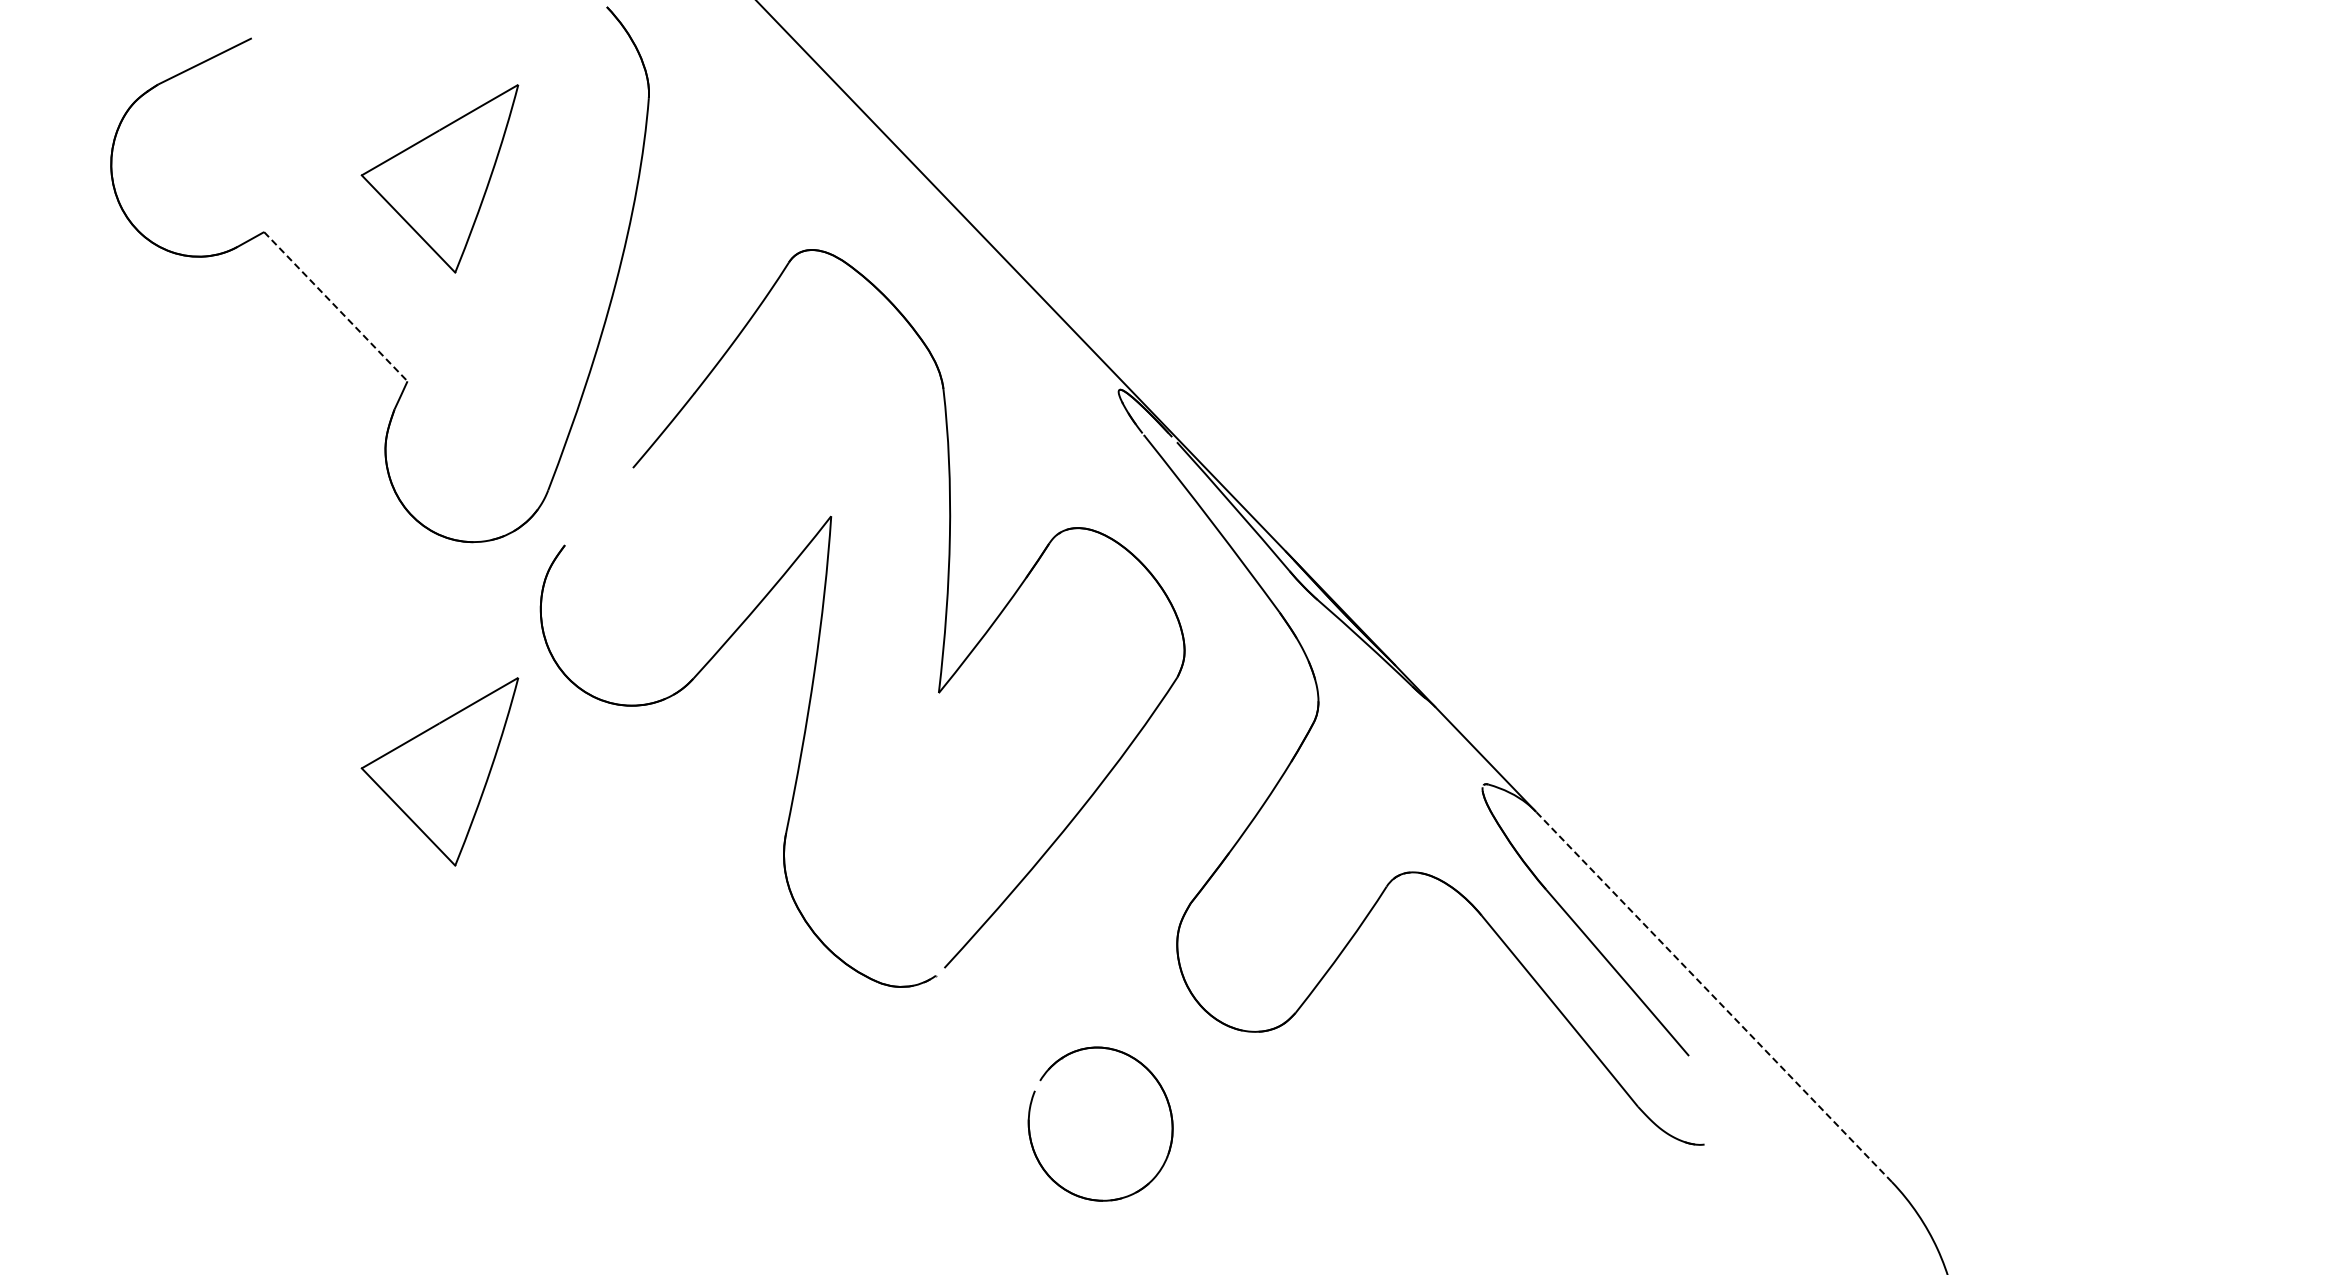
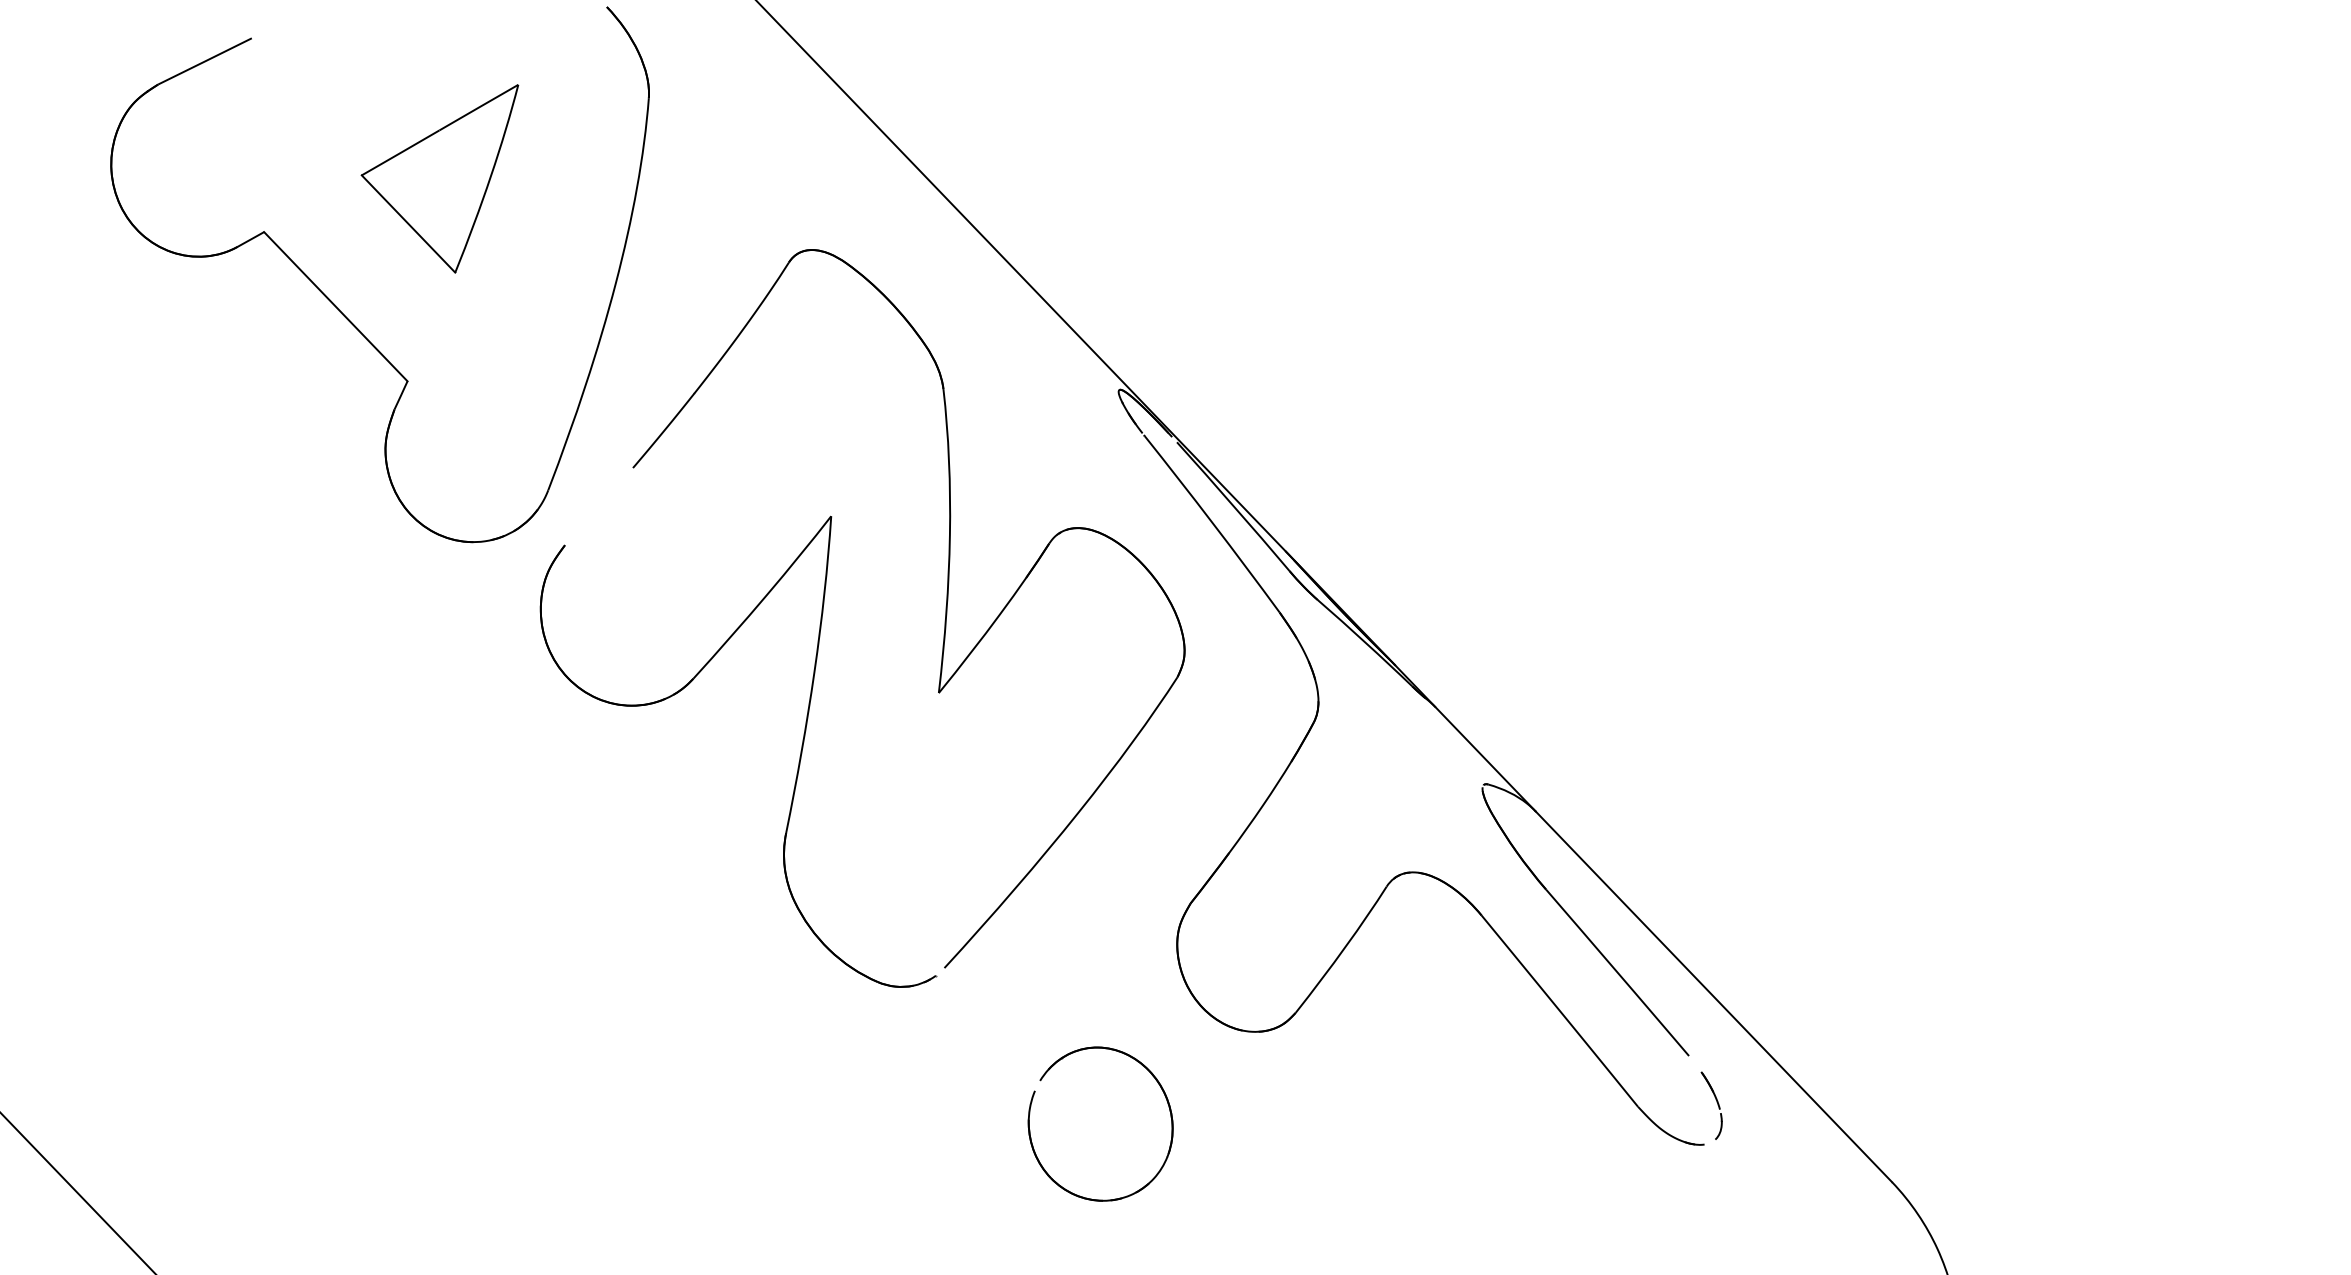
line at (336, 307): dashed -> solid
part at (439, 771): present -> none
line at (1713, 996): dashed -> solid
part at (1711, 1105): none -> present
line at (77, 1192): none -> present
